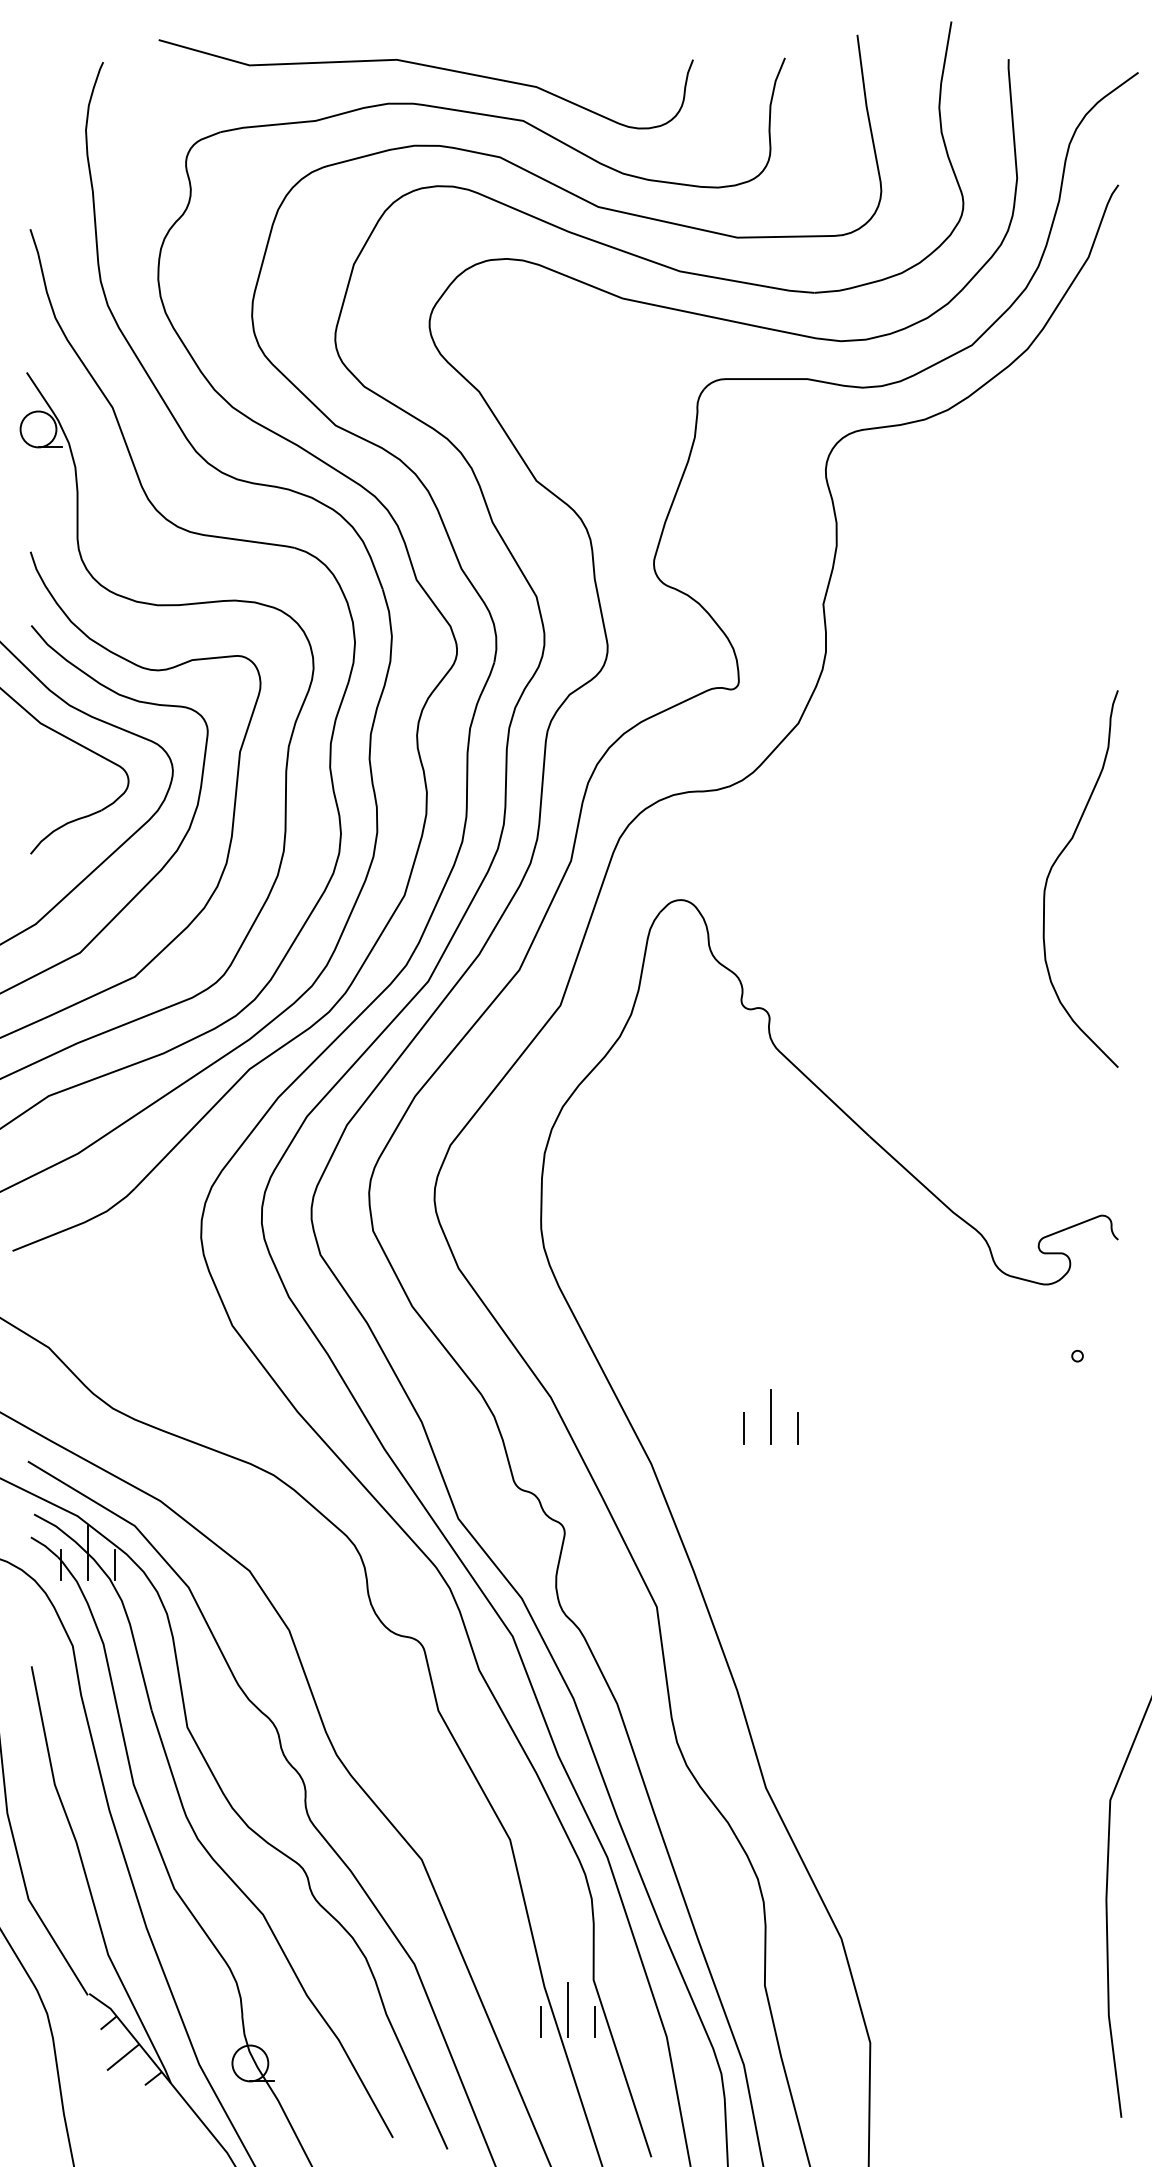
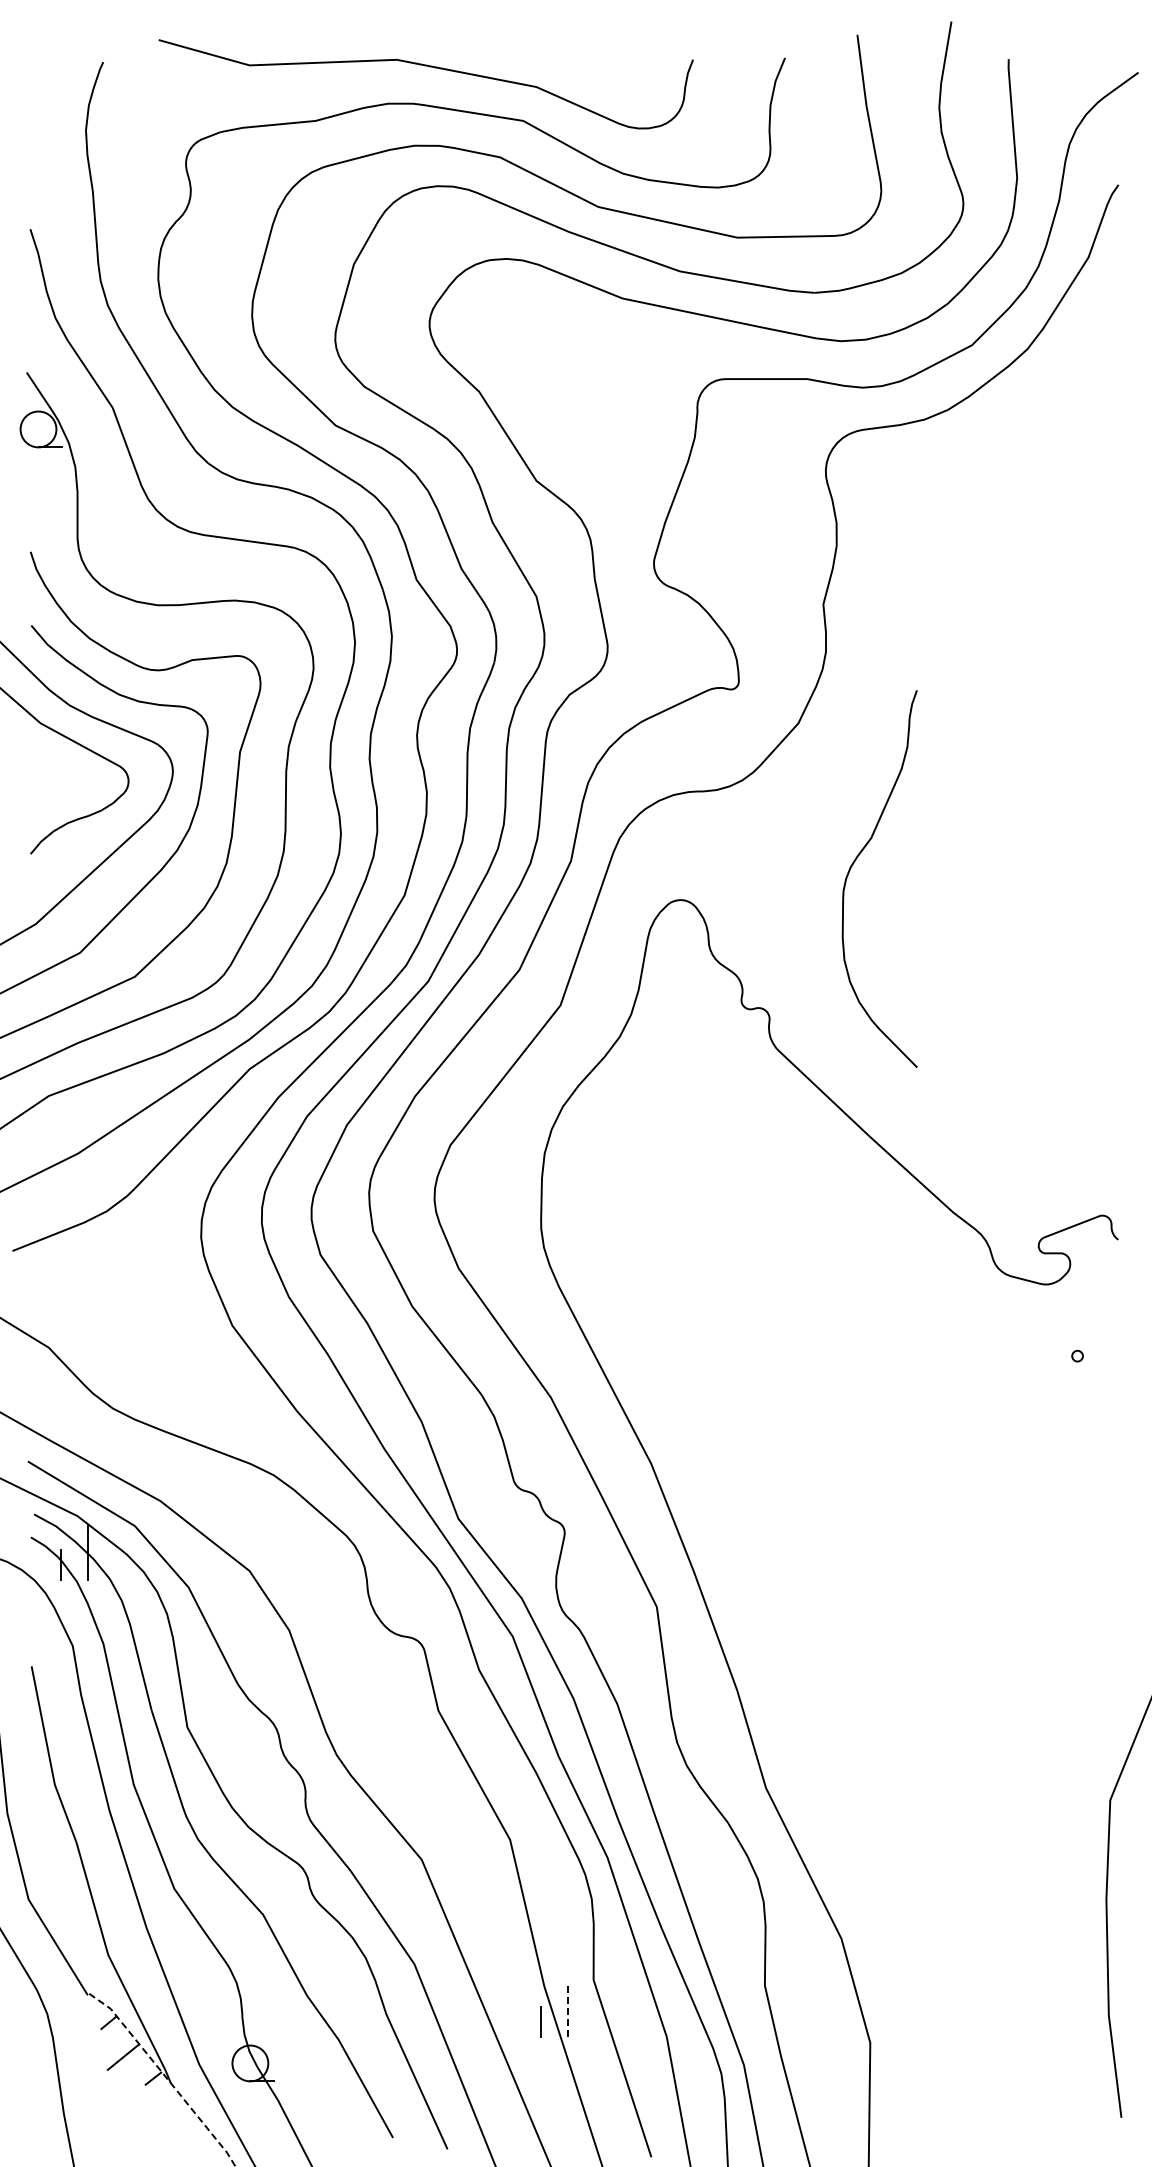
curve at (1055, 863) position: (1055, 863) -> (854, 863)
line at (770, 1416): present -> none
line at (743, 1428): present -> none
line at (797, 1428): present -> none
line at (114, 1564): present -> none
line at (567, 2009): solid -> dashed
line at (594, 2021): present -> none
line at (165, 2077): solid -> dashed
